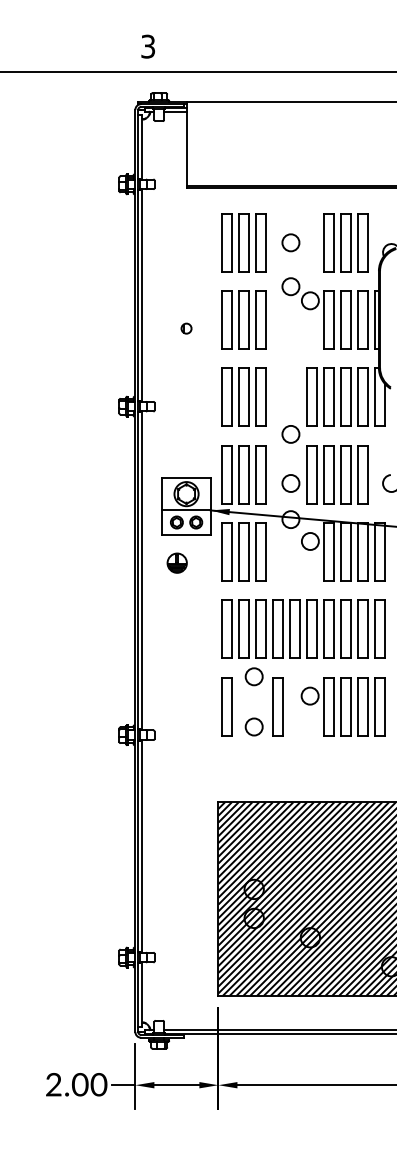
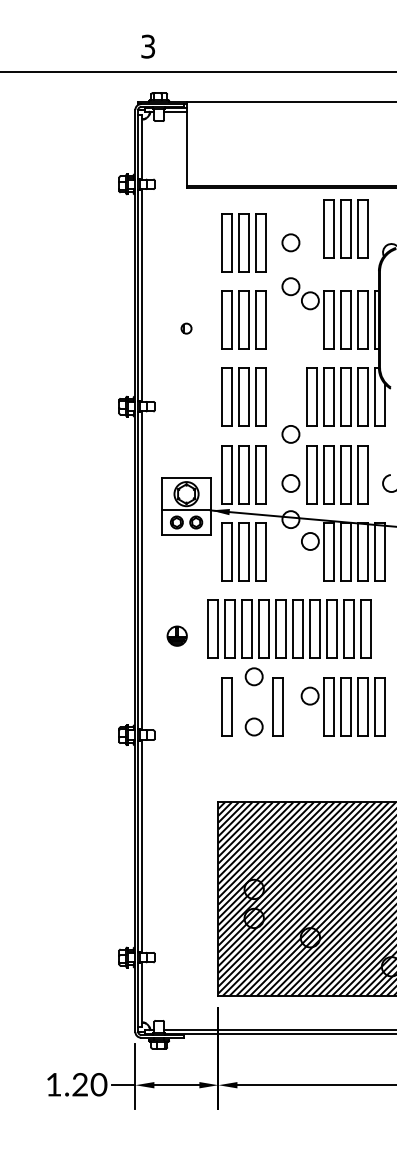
part at (345, 242) position: (345, 242) -> (345, 228)
part at (176, 562) position: (176, 562) -> (176, 635)
part at (303, 628) position: (303, 628) -> (289, 628)
text at (67, 1084): 2.00 -> 1.20
